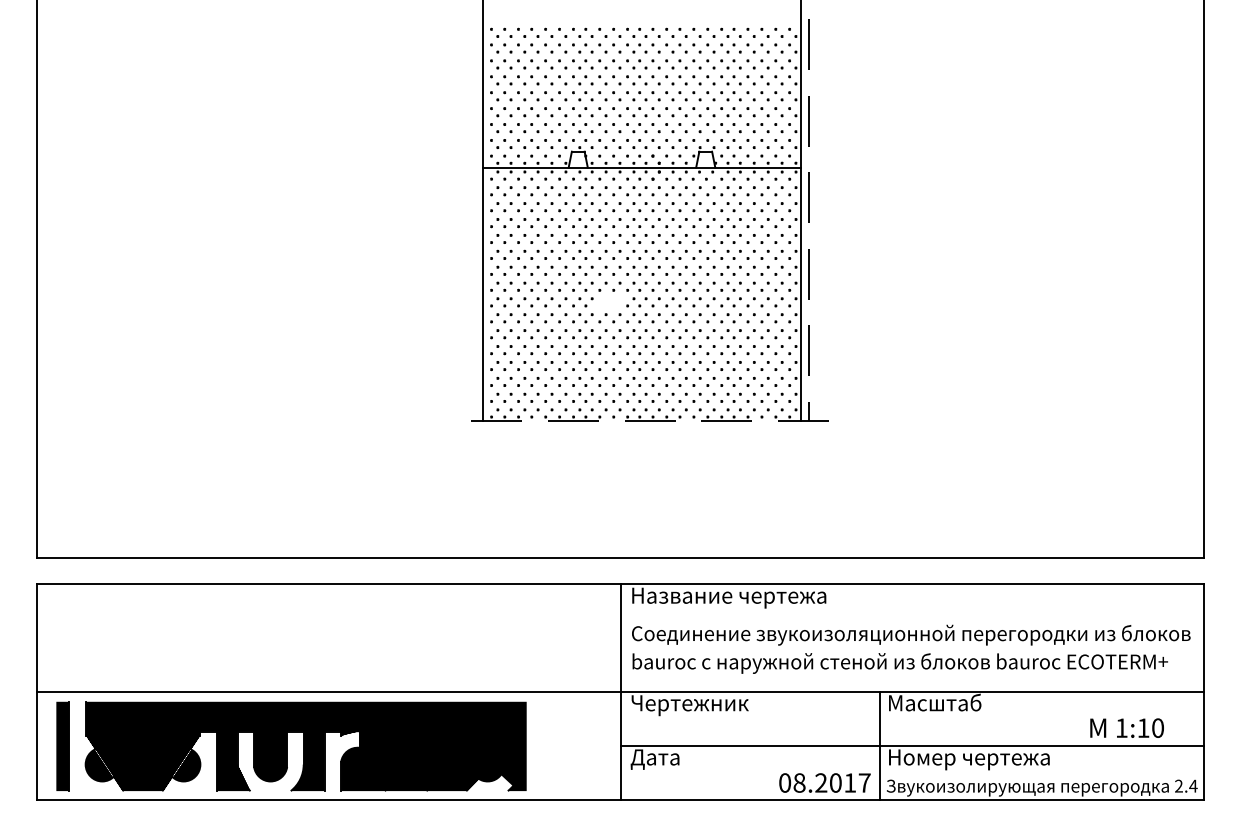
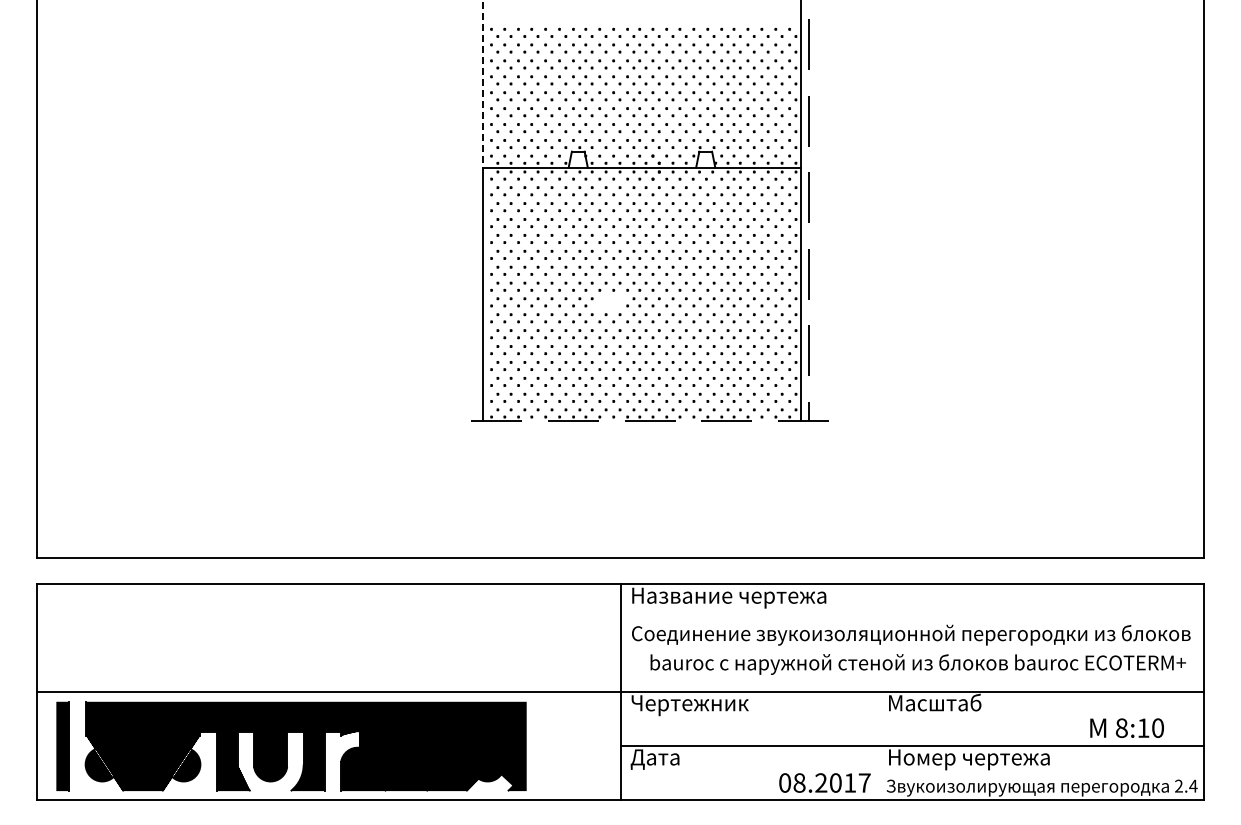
line at (482, 84): solid -> dashed
text at (899, 663) position: (899, 663) -> (917, 664)
text at (1121, 727): 1:10 -> 8:10
line at (879, 746): present -> none
